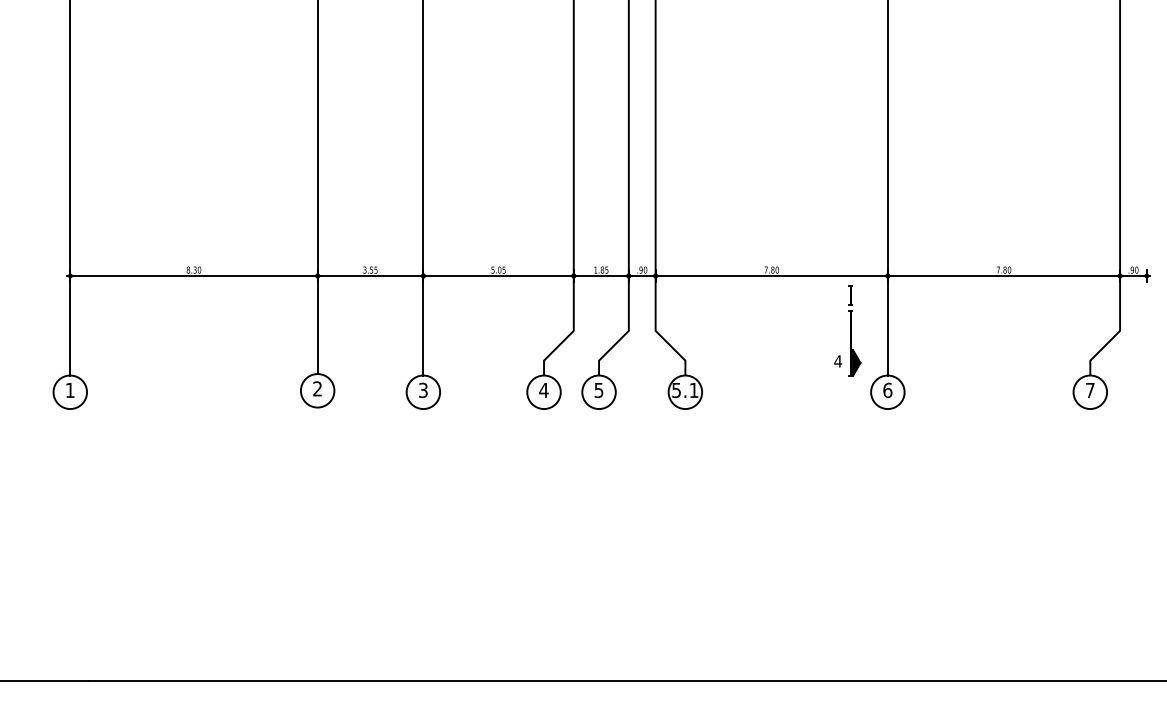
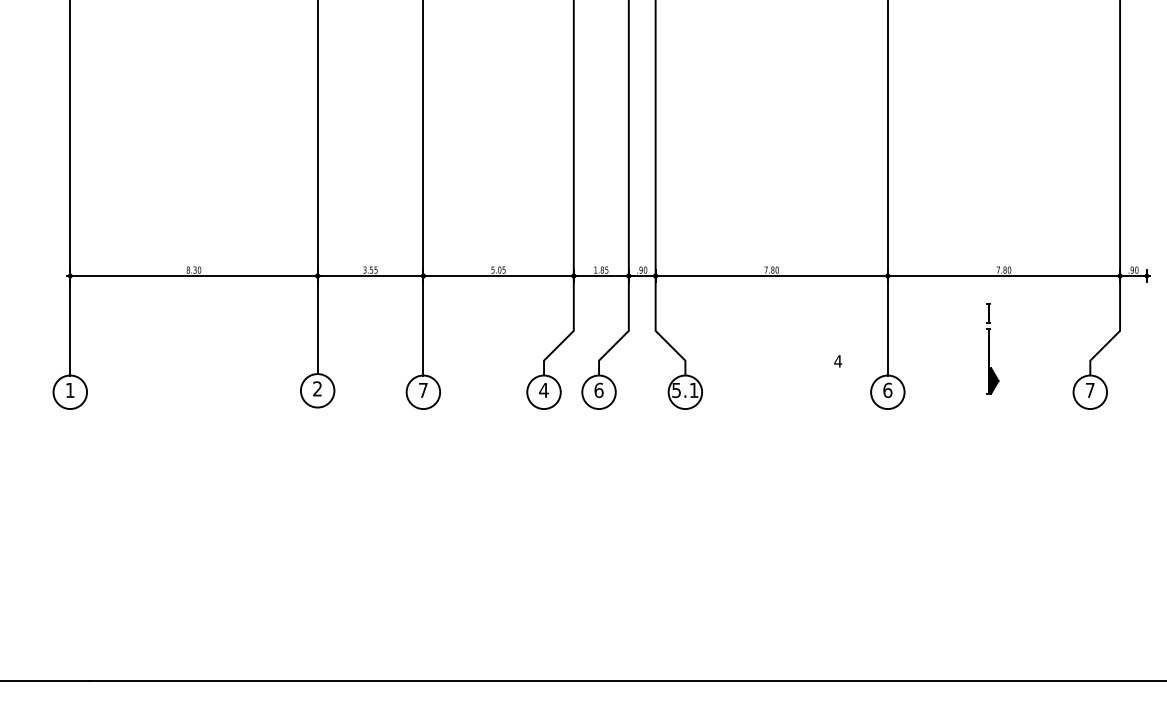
part at (854, 330) position: (854, 330) -> (992, 348)
text at (423, 390): 3 -> 7
text at (598, 390): 5 -> 6
